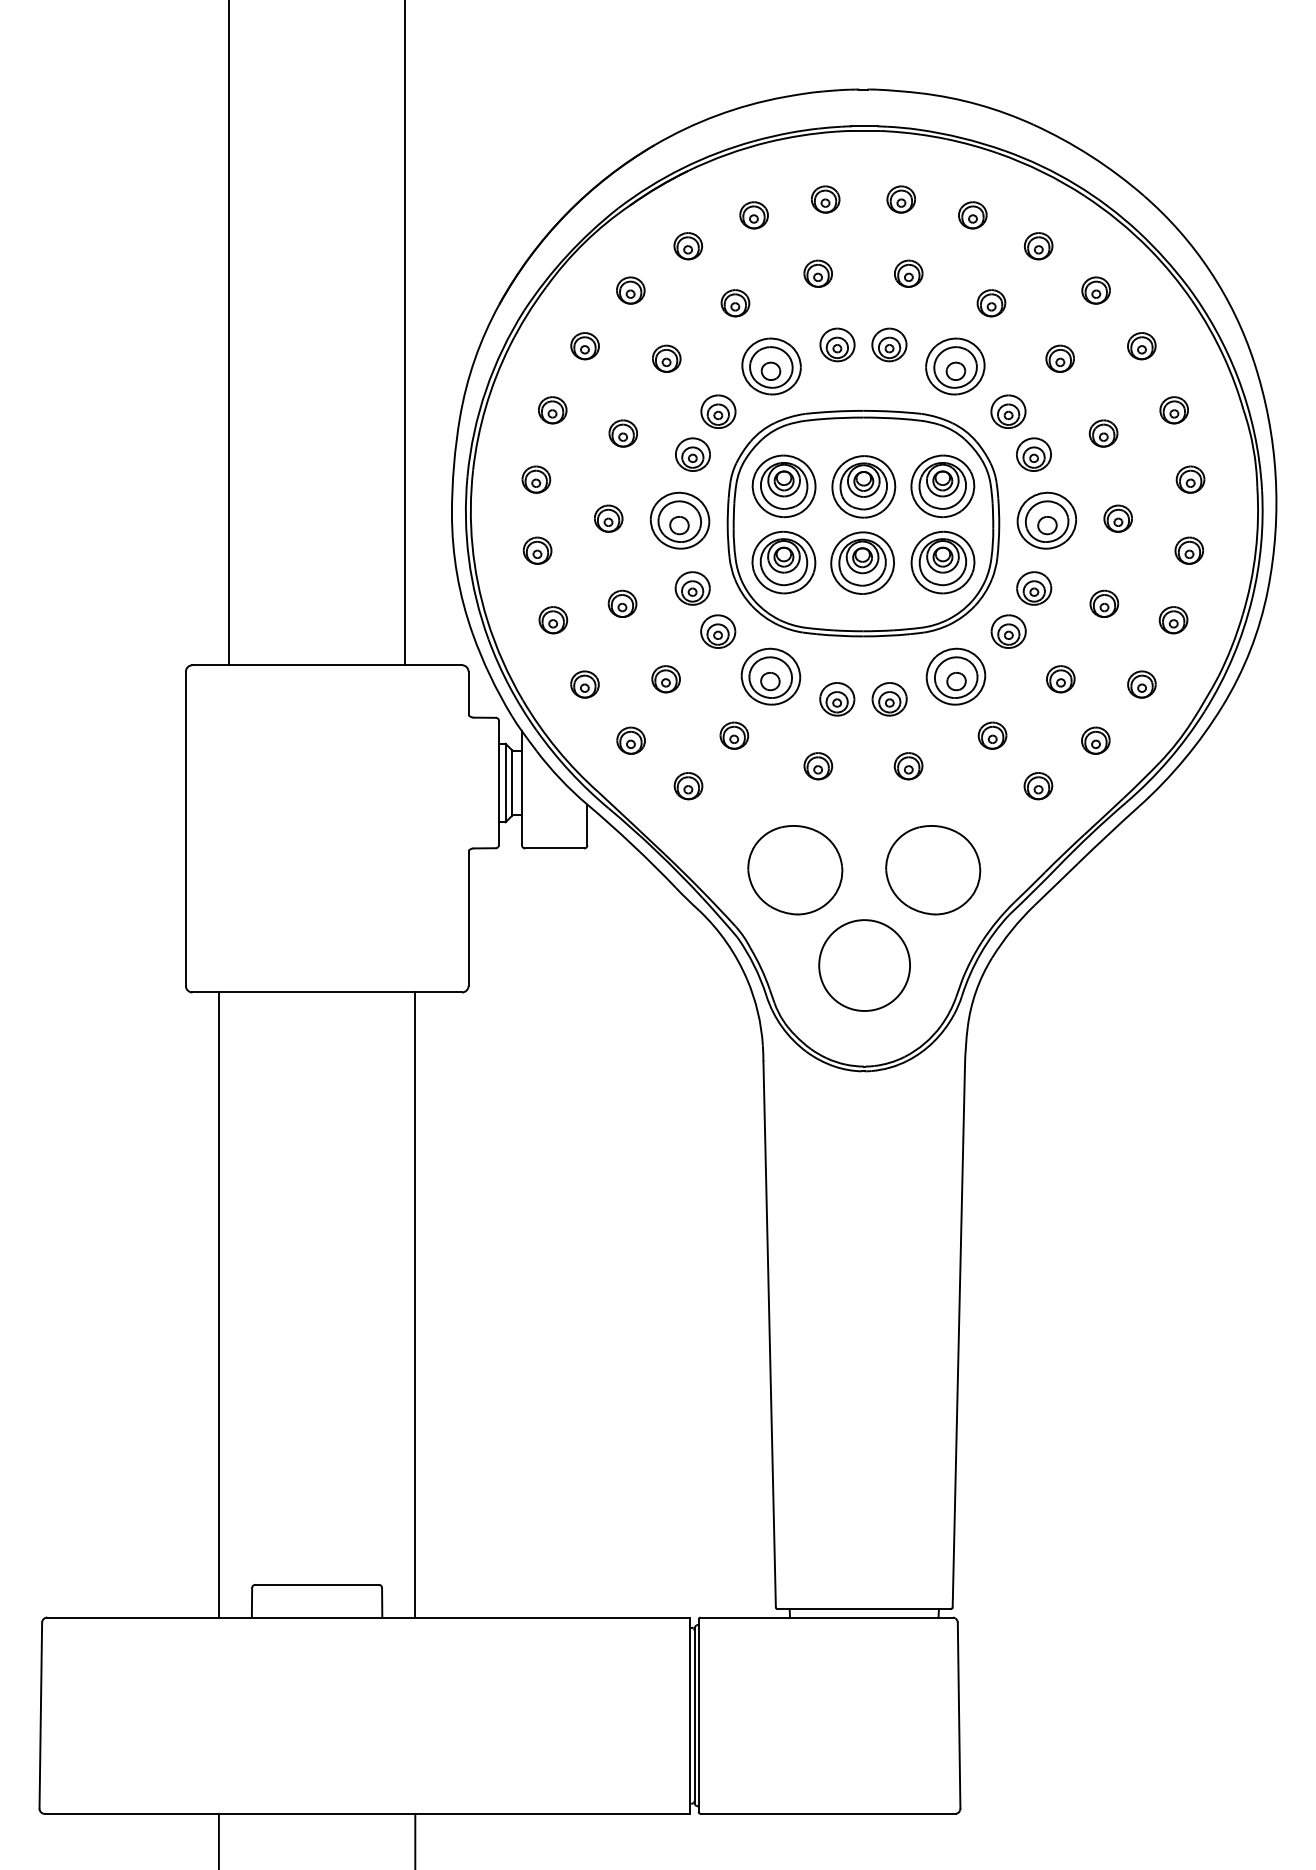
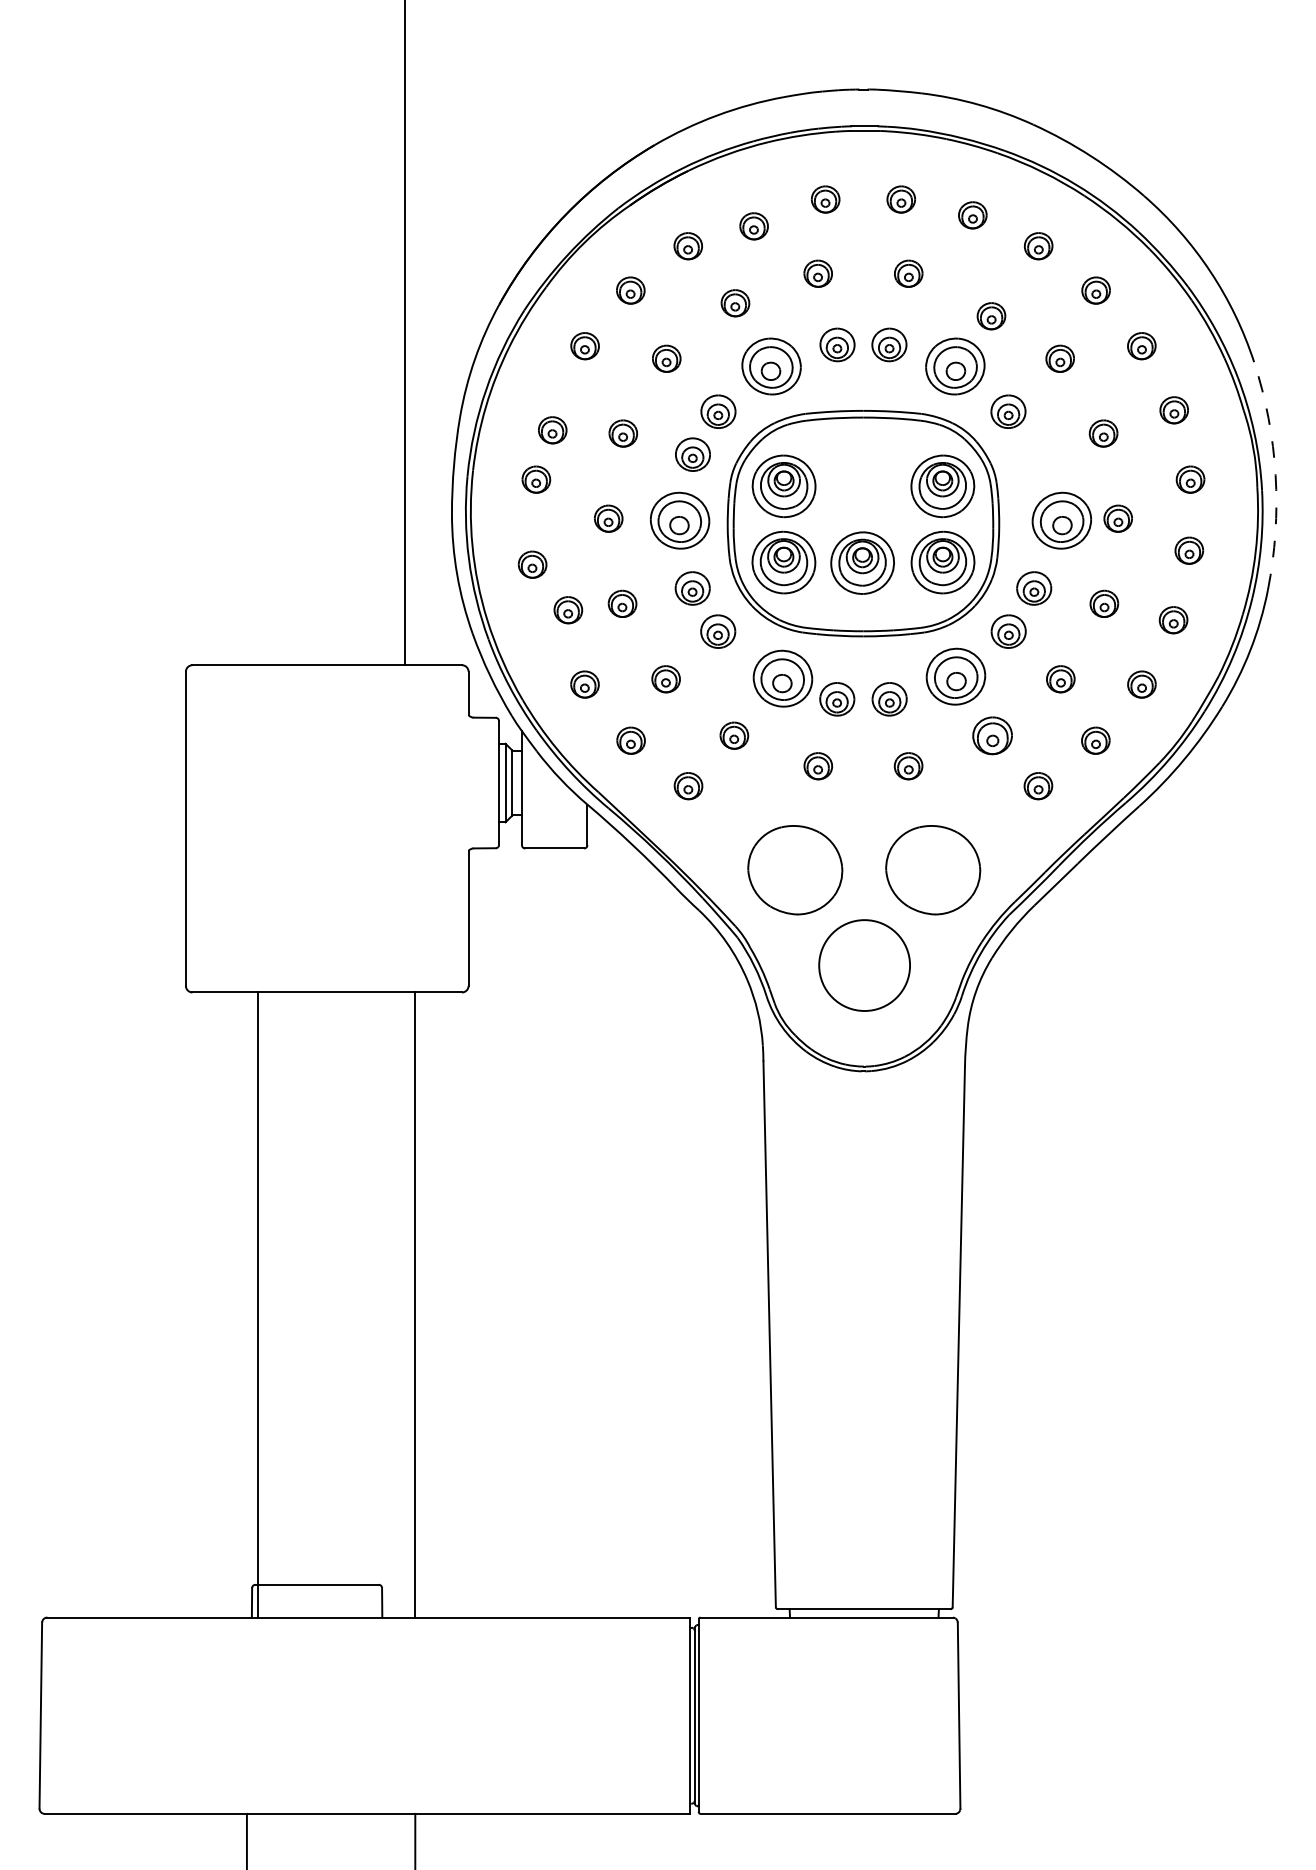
part at (753, 215) position: (753, 215) -> (753, 226)
part at (991, 303) position: (991, 303) -> (991, 316)
line at (228, 333): present -> none
part at (552, 410) position: (552, 410) -> (552, 430)
part at (1033, 454): present -> none
arc at (1275, 475): solid -> dashed
part at (863, 486): present -> none
part at (1046, 520) position: (1046, 520) -> (1061, 520)
part at (537, 550) position: (537, 550) -> (532, 564)
part at (553, 620) position: (553, 620) -> (568, 610)
part at (770, 676) position: (770, 676) -> (782, 678)
part at (992, 735) size: 31x29 px -> 41x40 px
line at (218, 1304) position: (218, 1304) -> (257, 1304)
line at (218, 1839) position: (218, 1839) -> (246, 1839)
